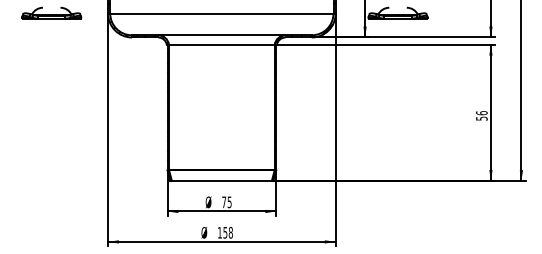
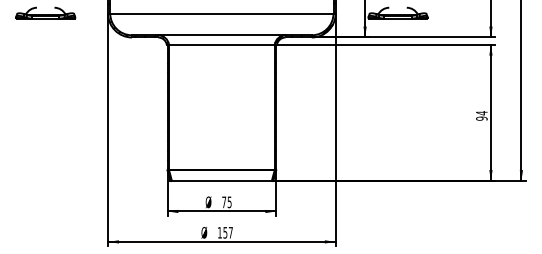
part at (51, 12) position: (51, 12) -> (45, 12)
text at (481, 115): 56 -> 94
text at (230, 232): 158 -> 157
